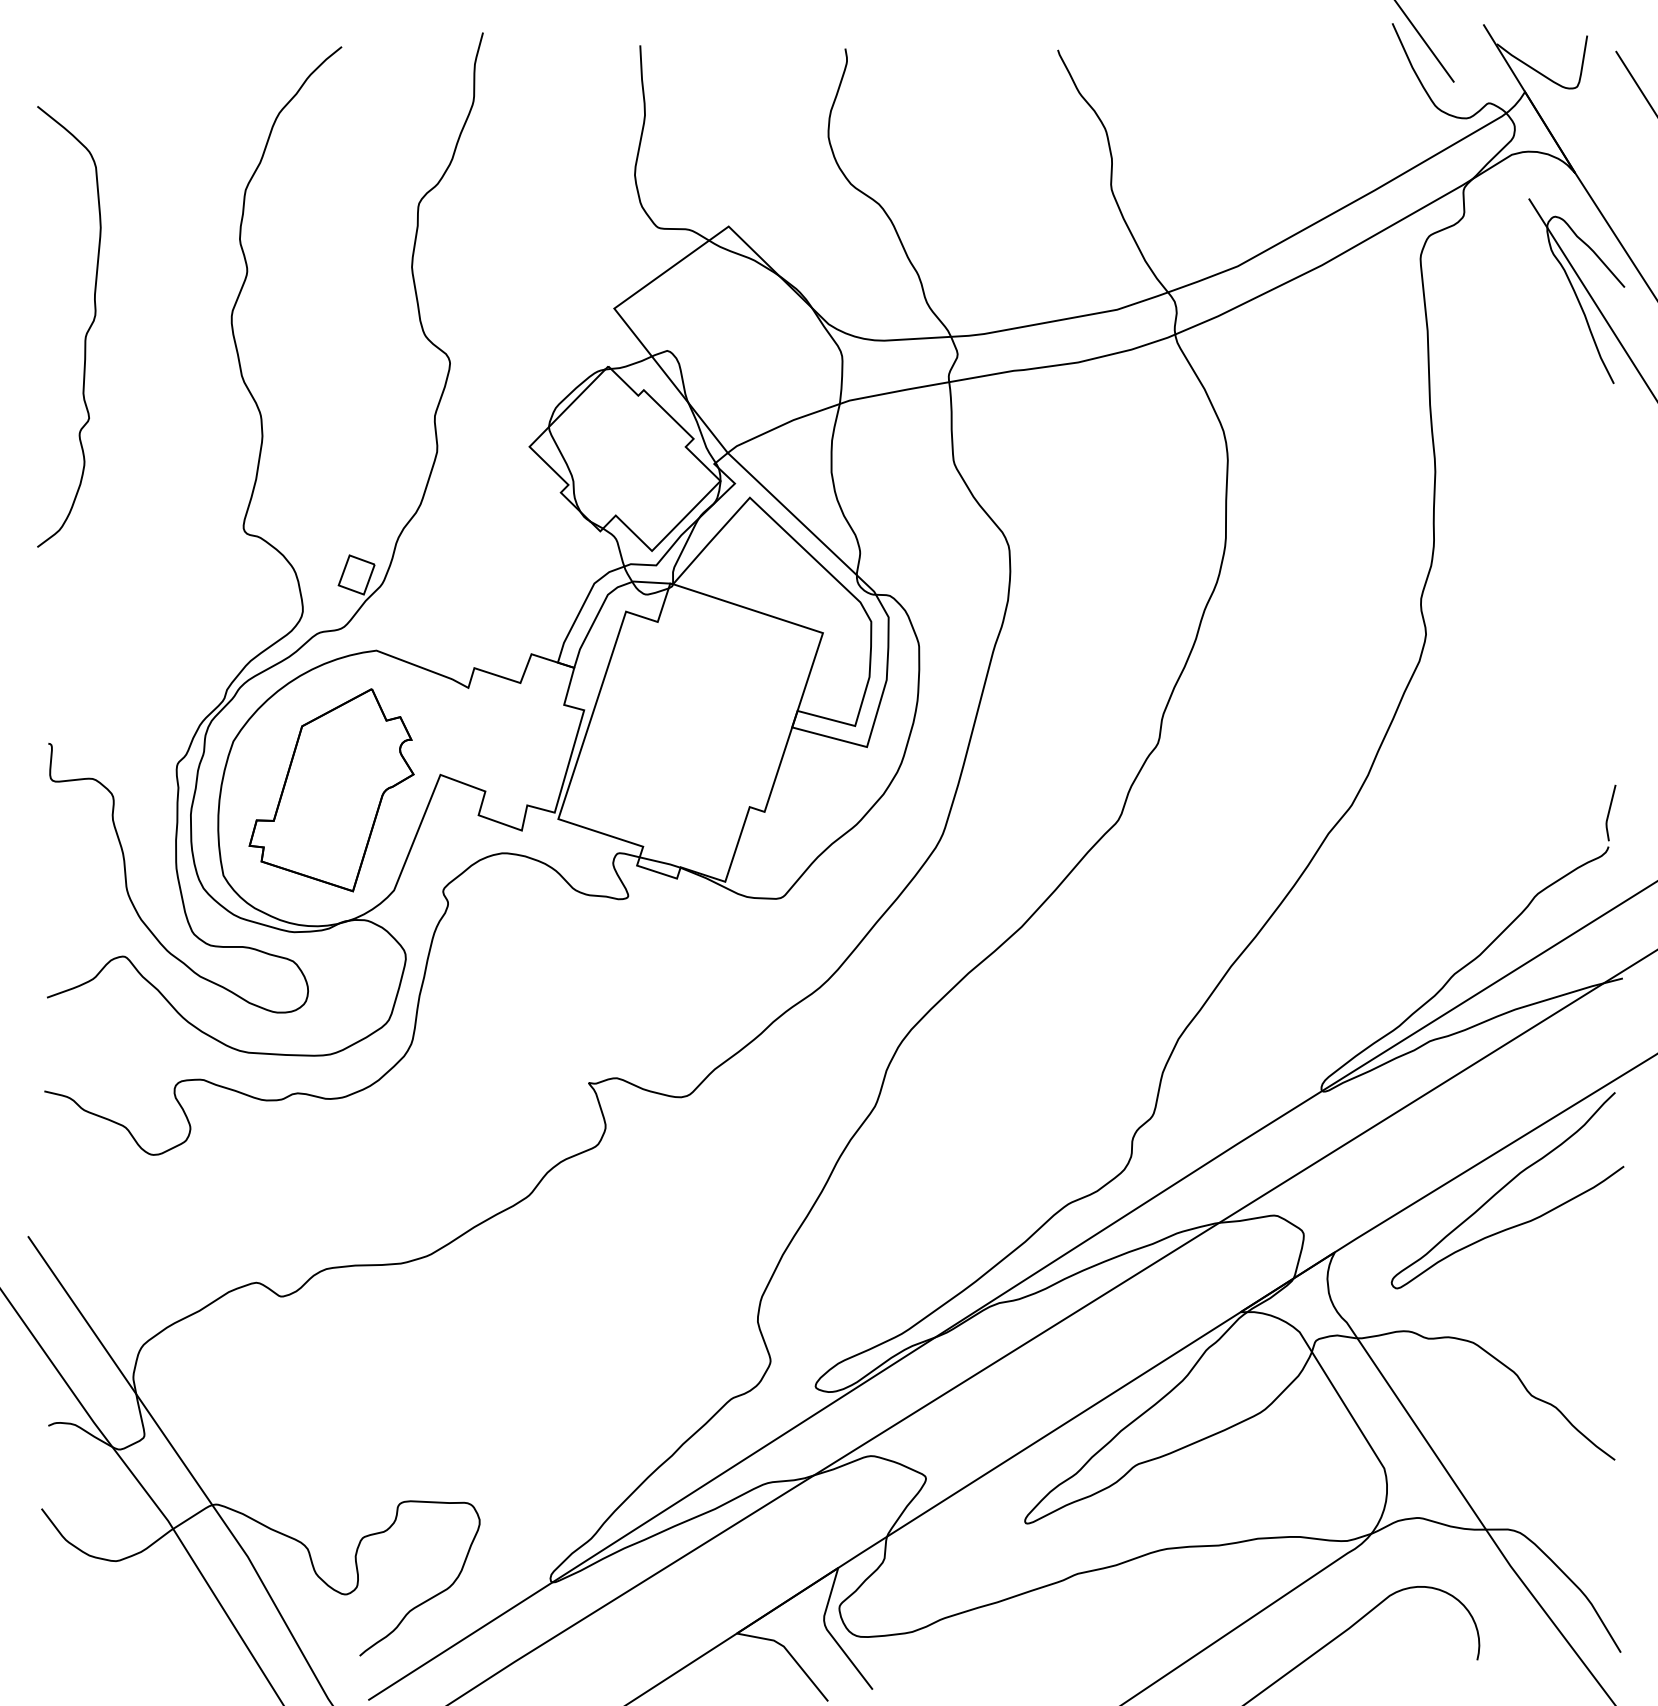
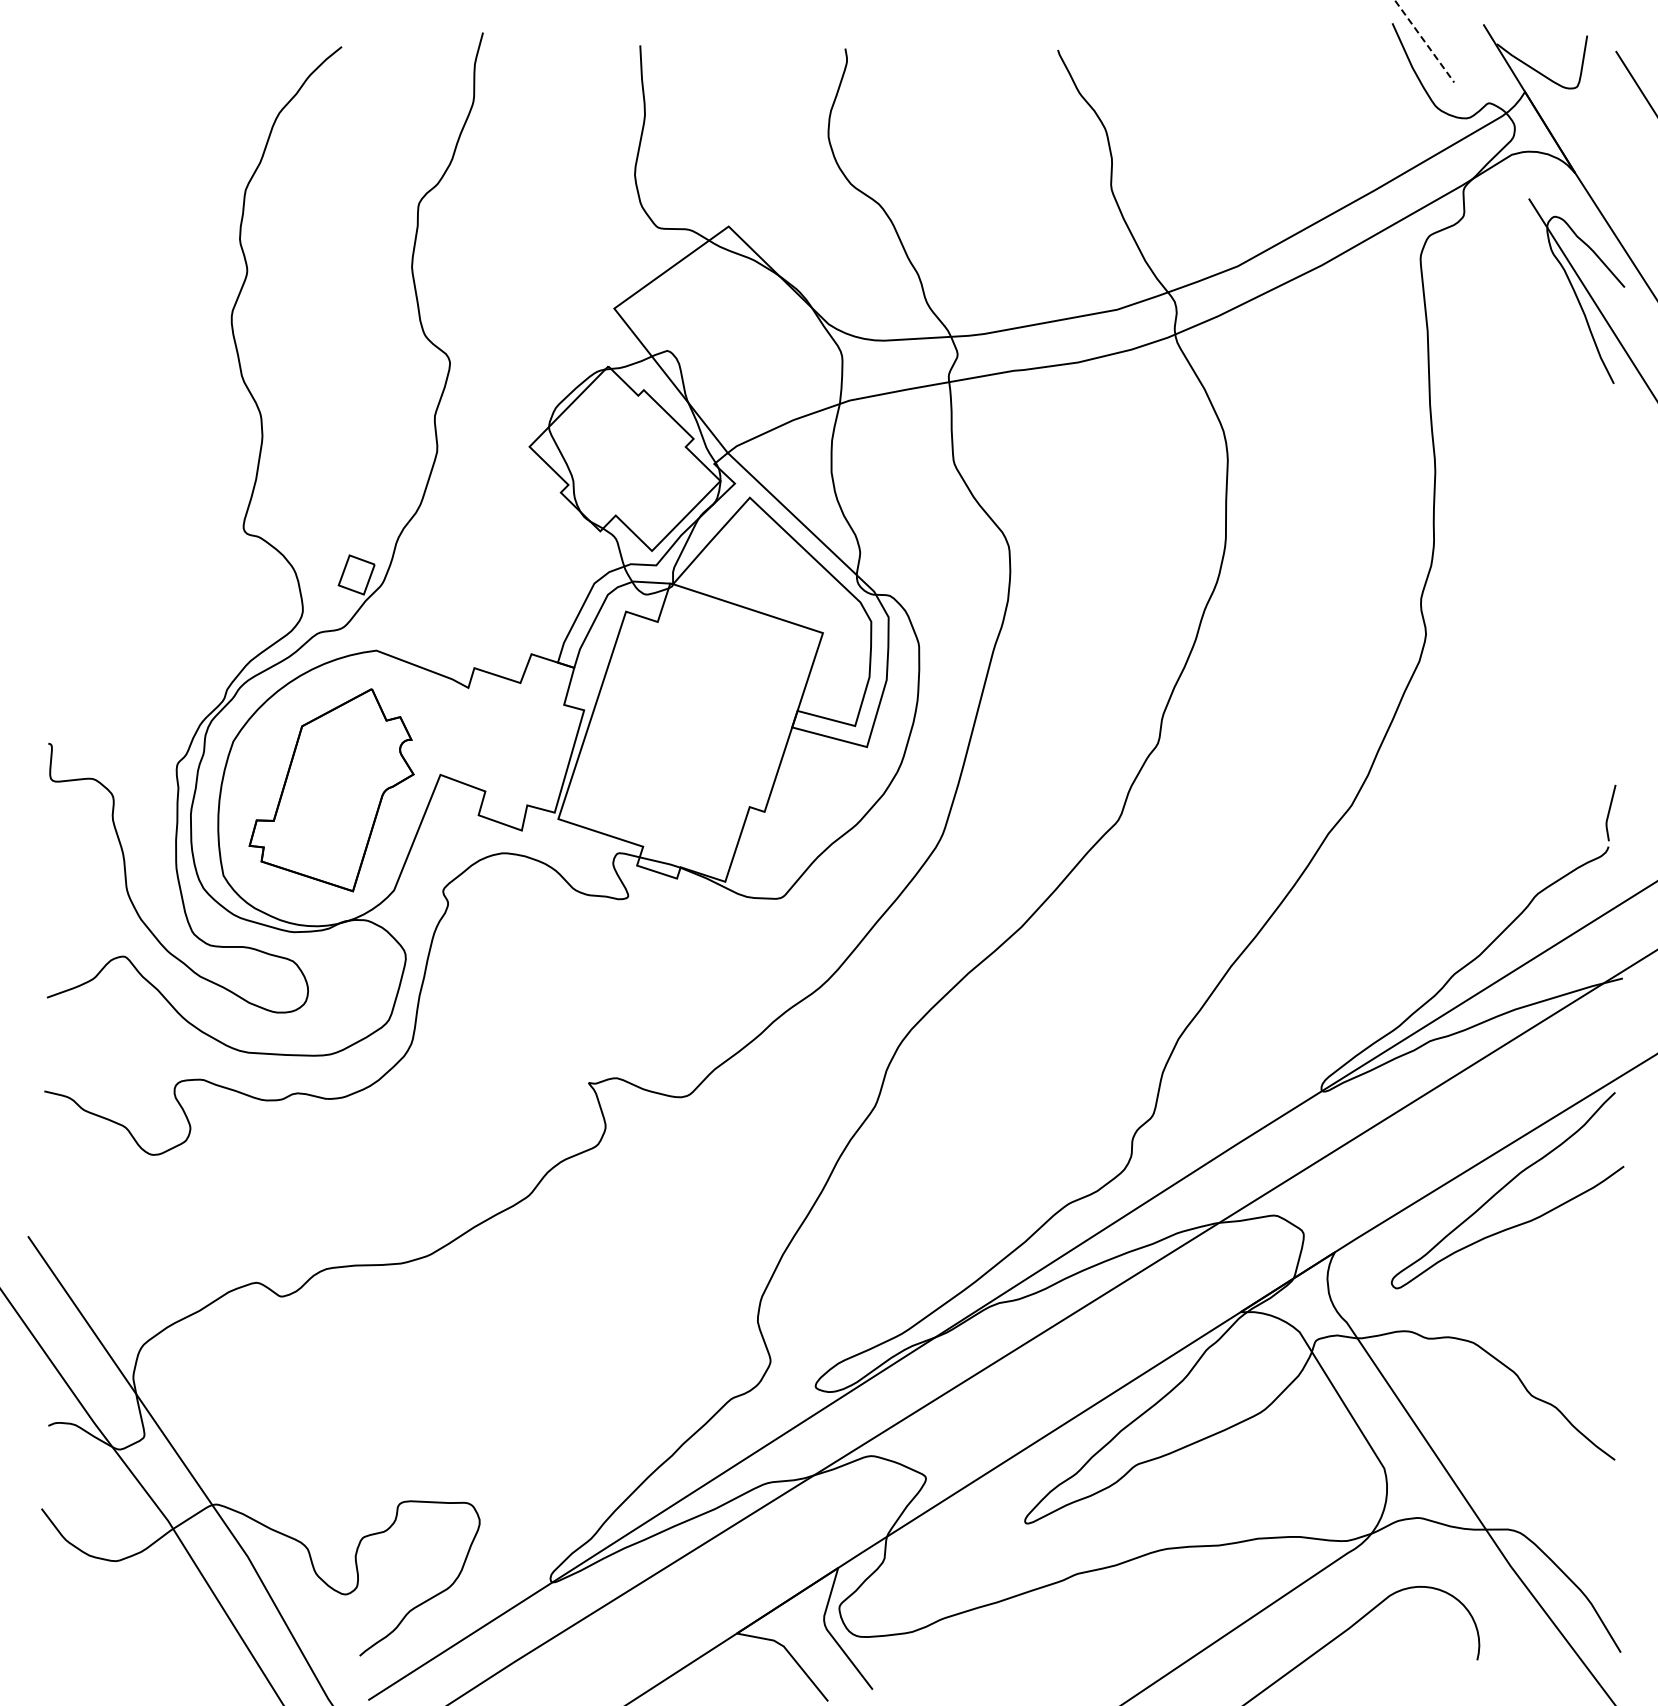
line at (1424, 41): solid -> dashed
curve at (85, 334): present -> none
